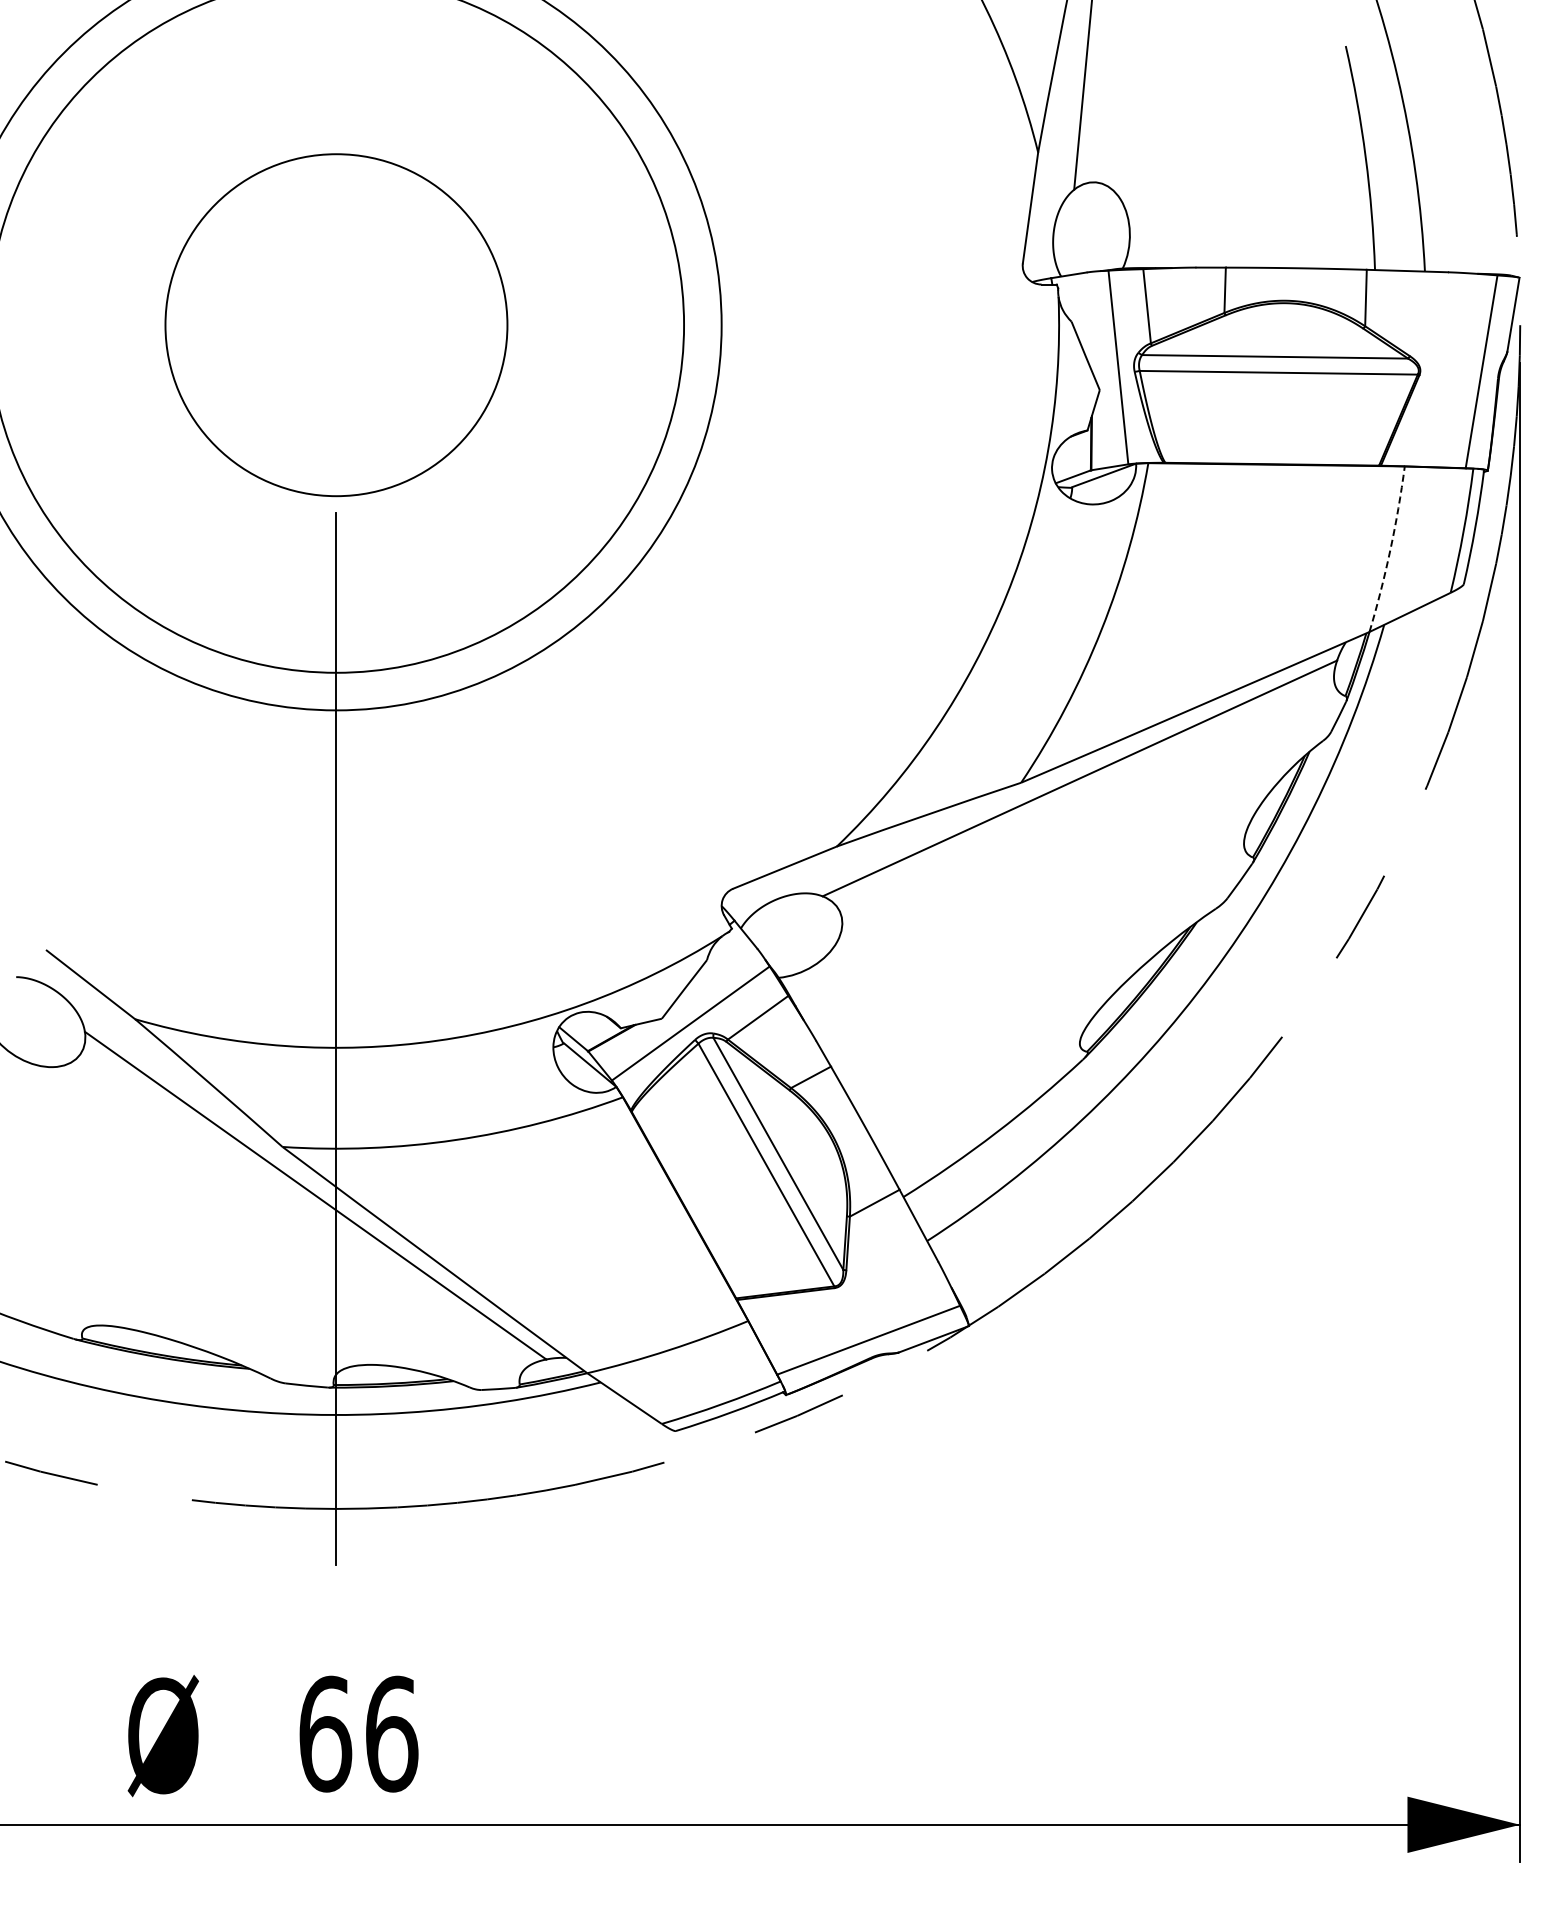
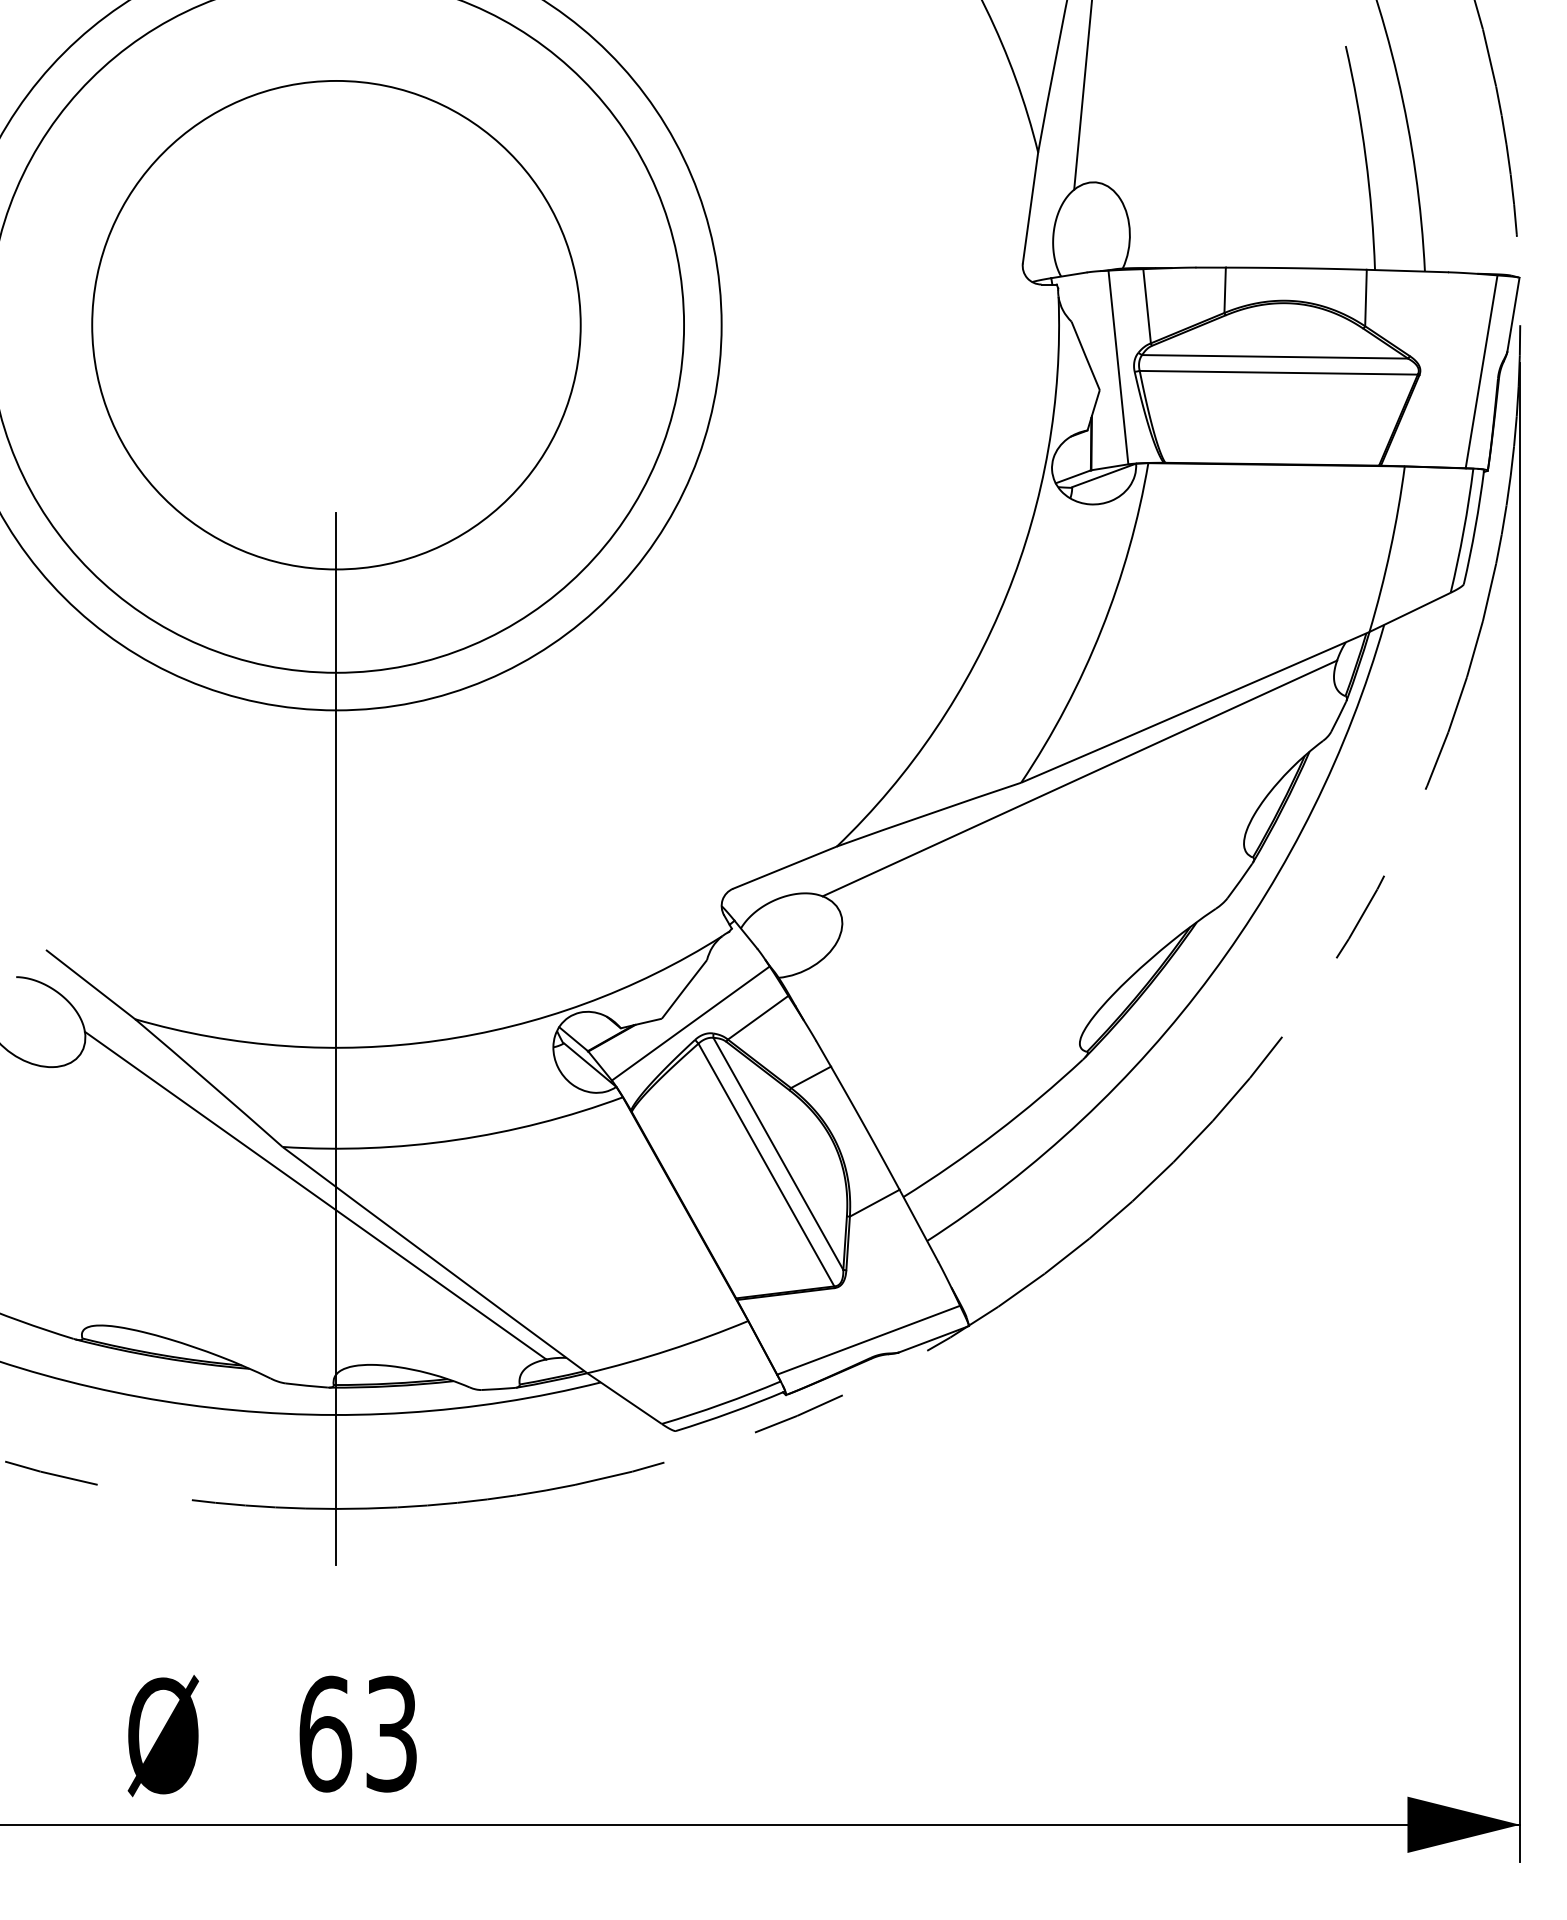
circle at (336, 325) diameter: 342 px -> 489 px
arc at (1390, 549): dashed -> solid
text at (392, 1733): 66 -> 63
